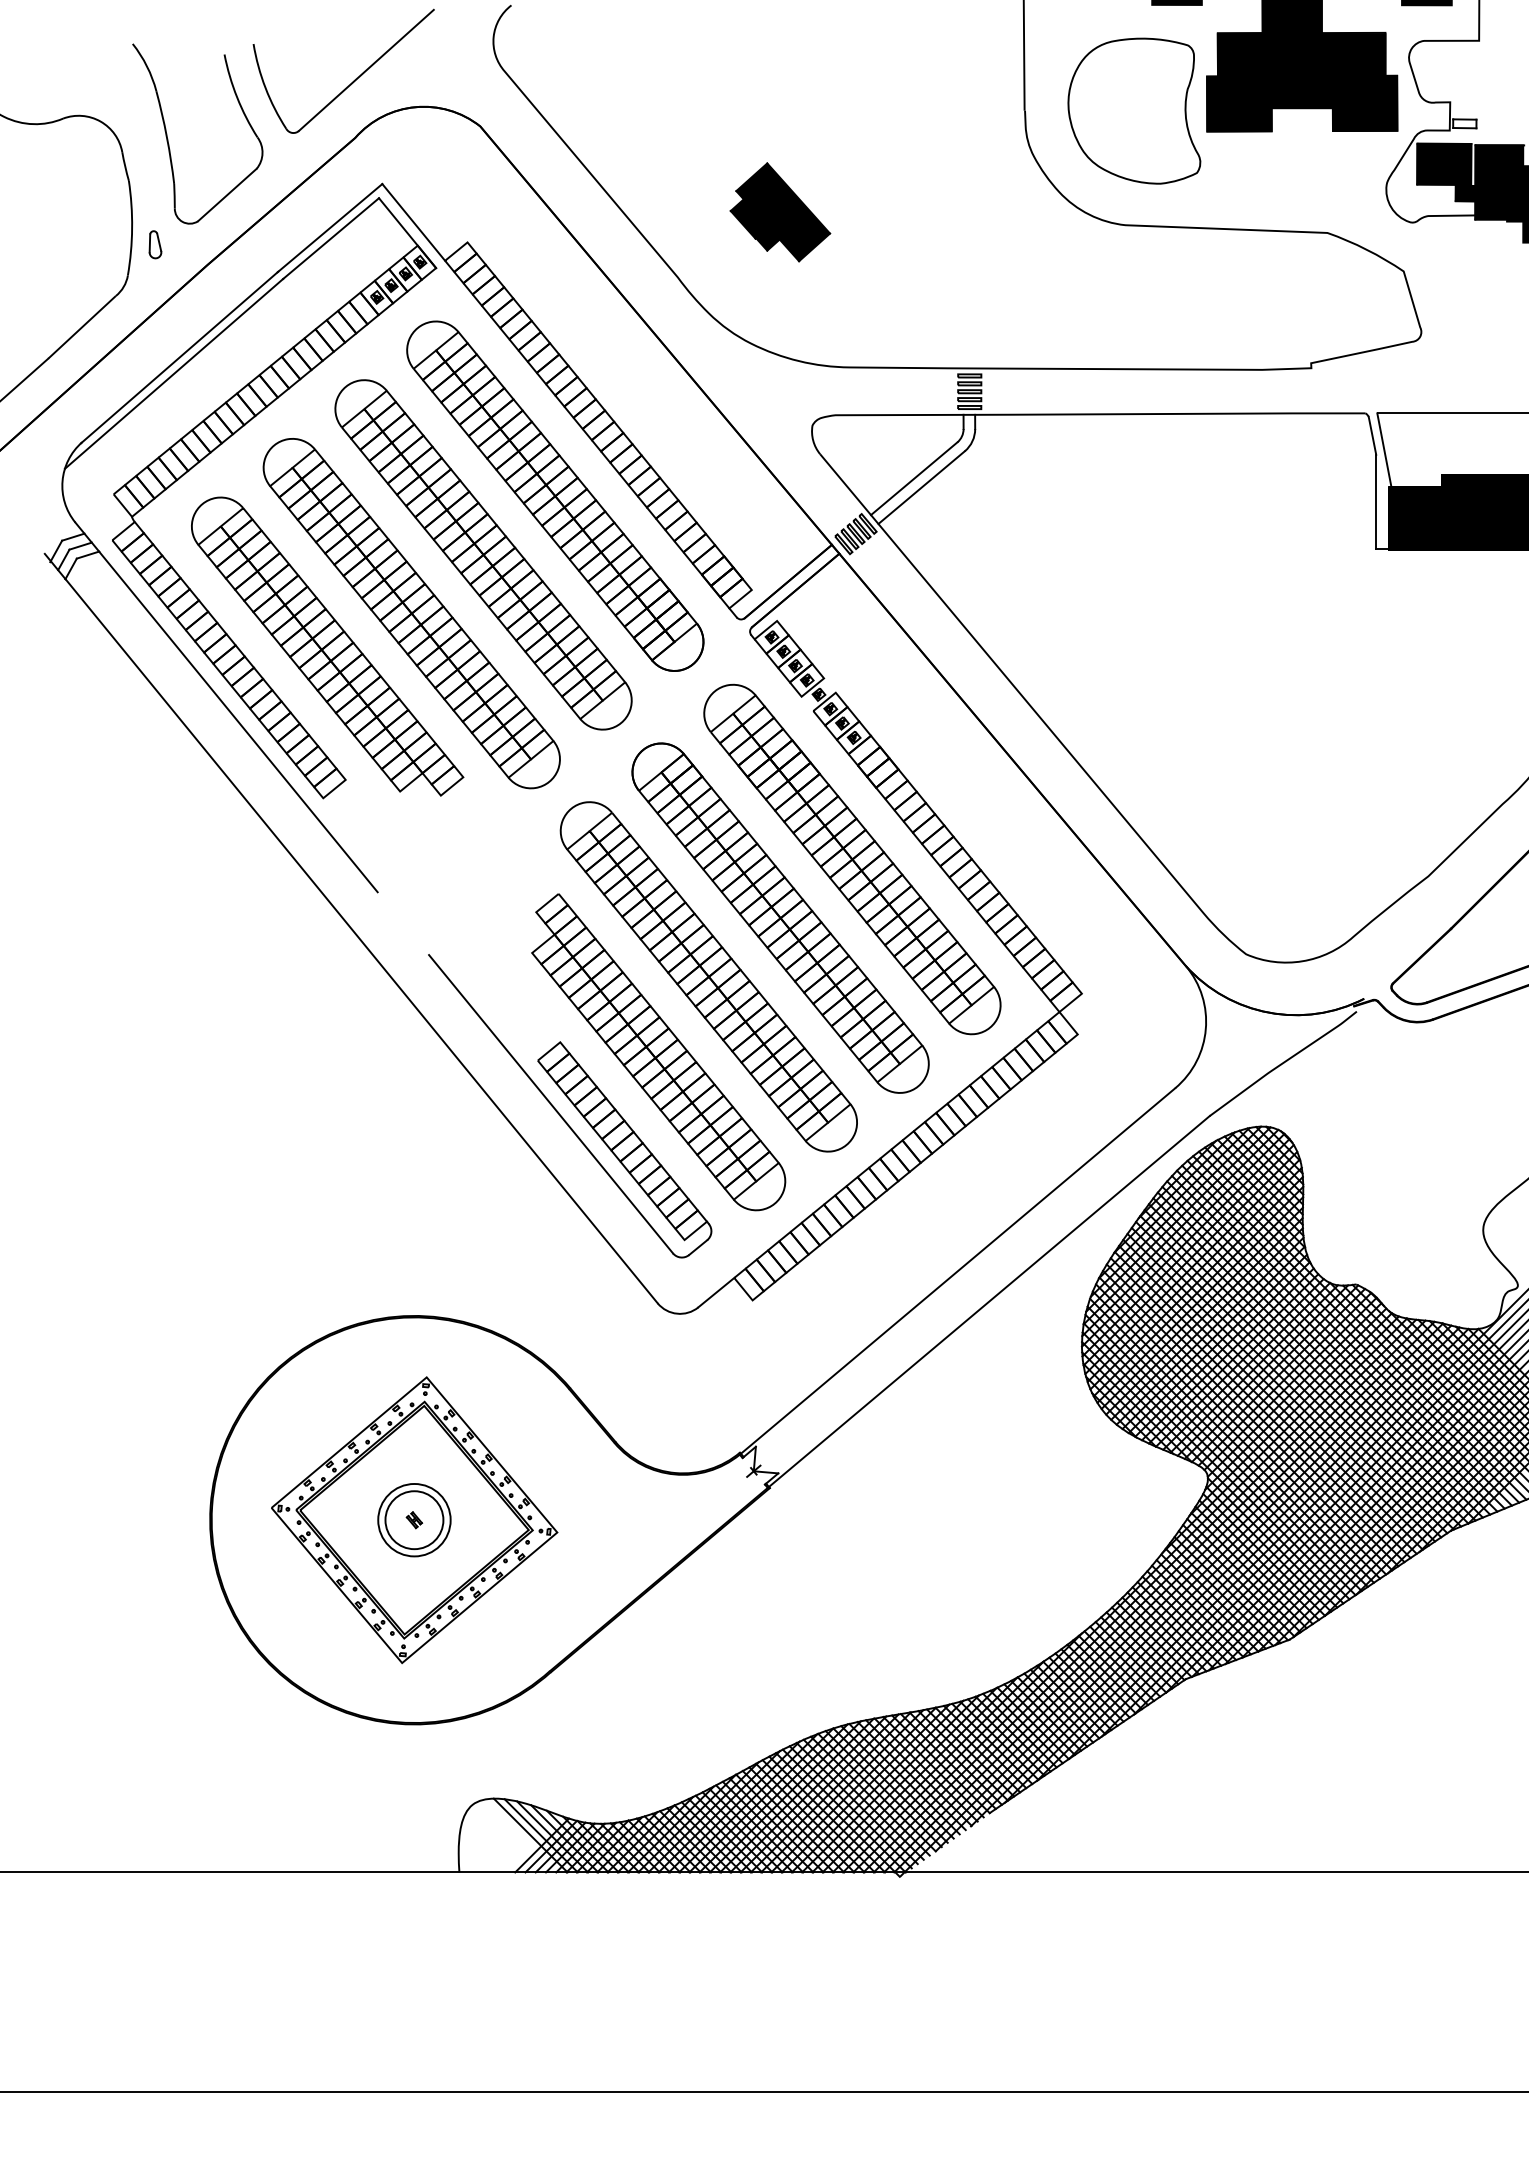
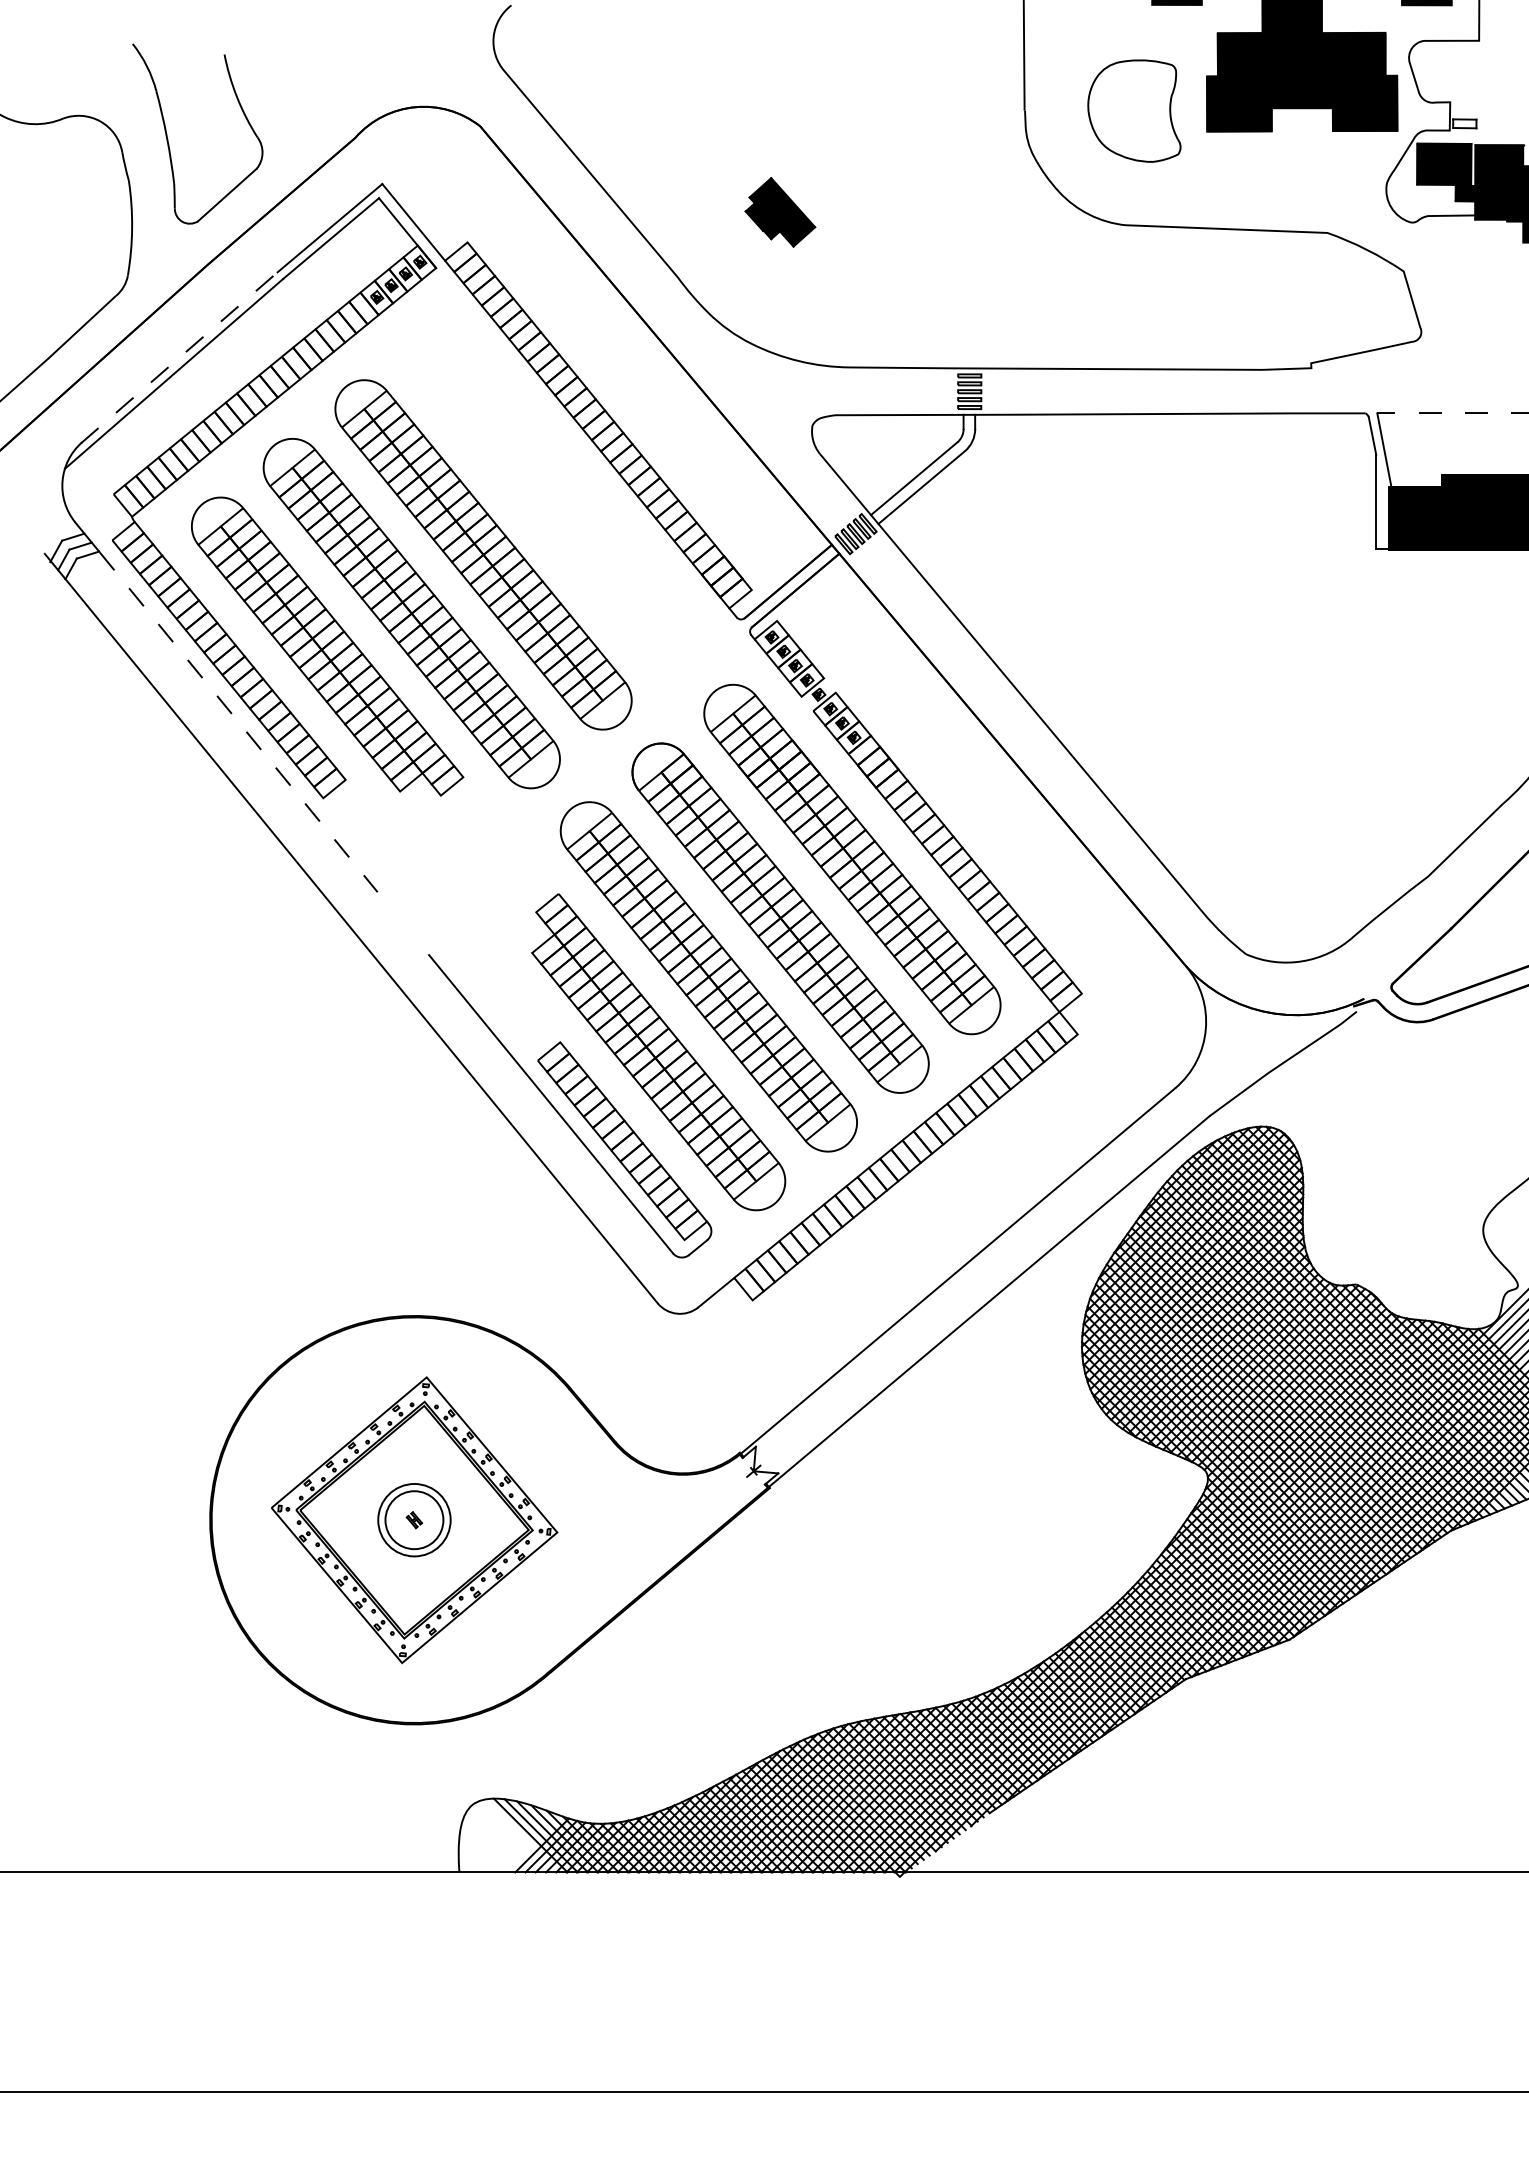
part at (353, 80): present -> none
part at (1134, 110) size: 135x148 px -> 95x104 px
part at (780, 212) size: 103x101 px -> 73x71 px
part at (155, 244): present -> none
line at (179, 357): solid -> dashed
line at (1452, 413): solid -> dashed
part at (555, 495): present -> none
line at (239, 722): solid -> dashed
